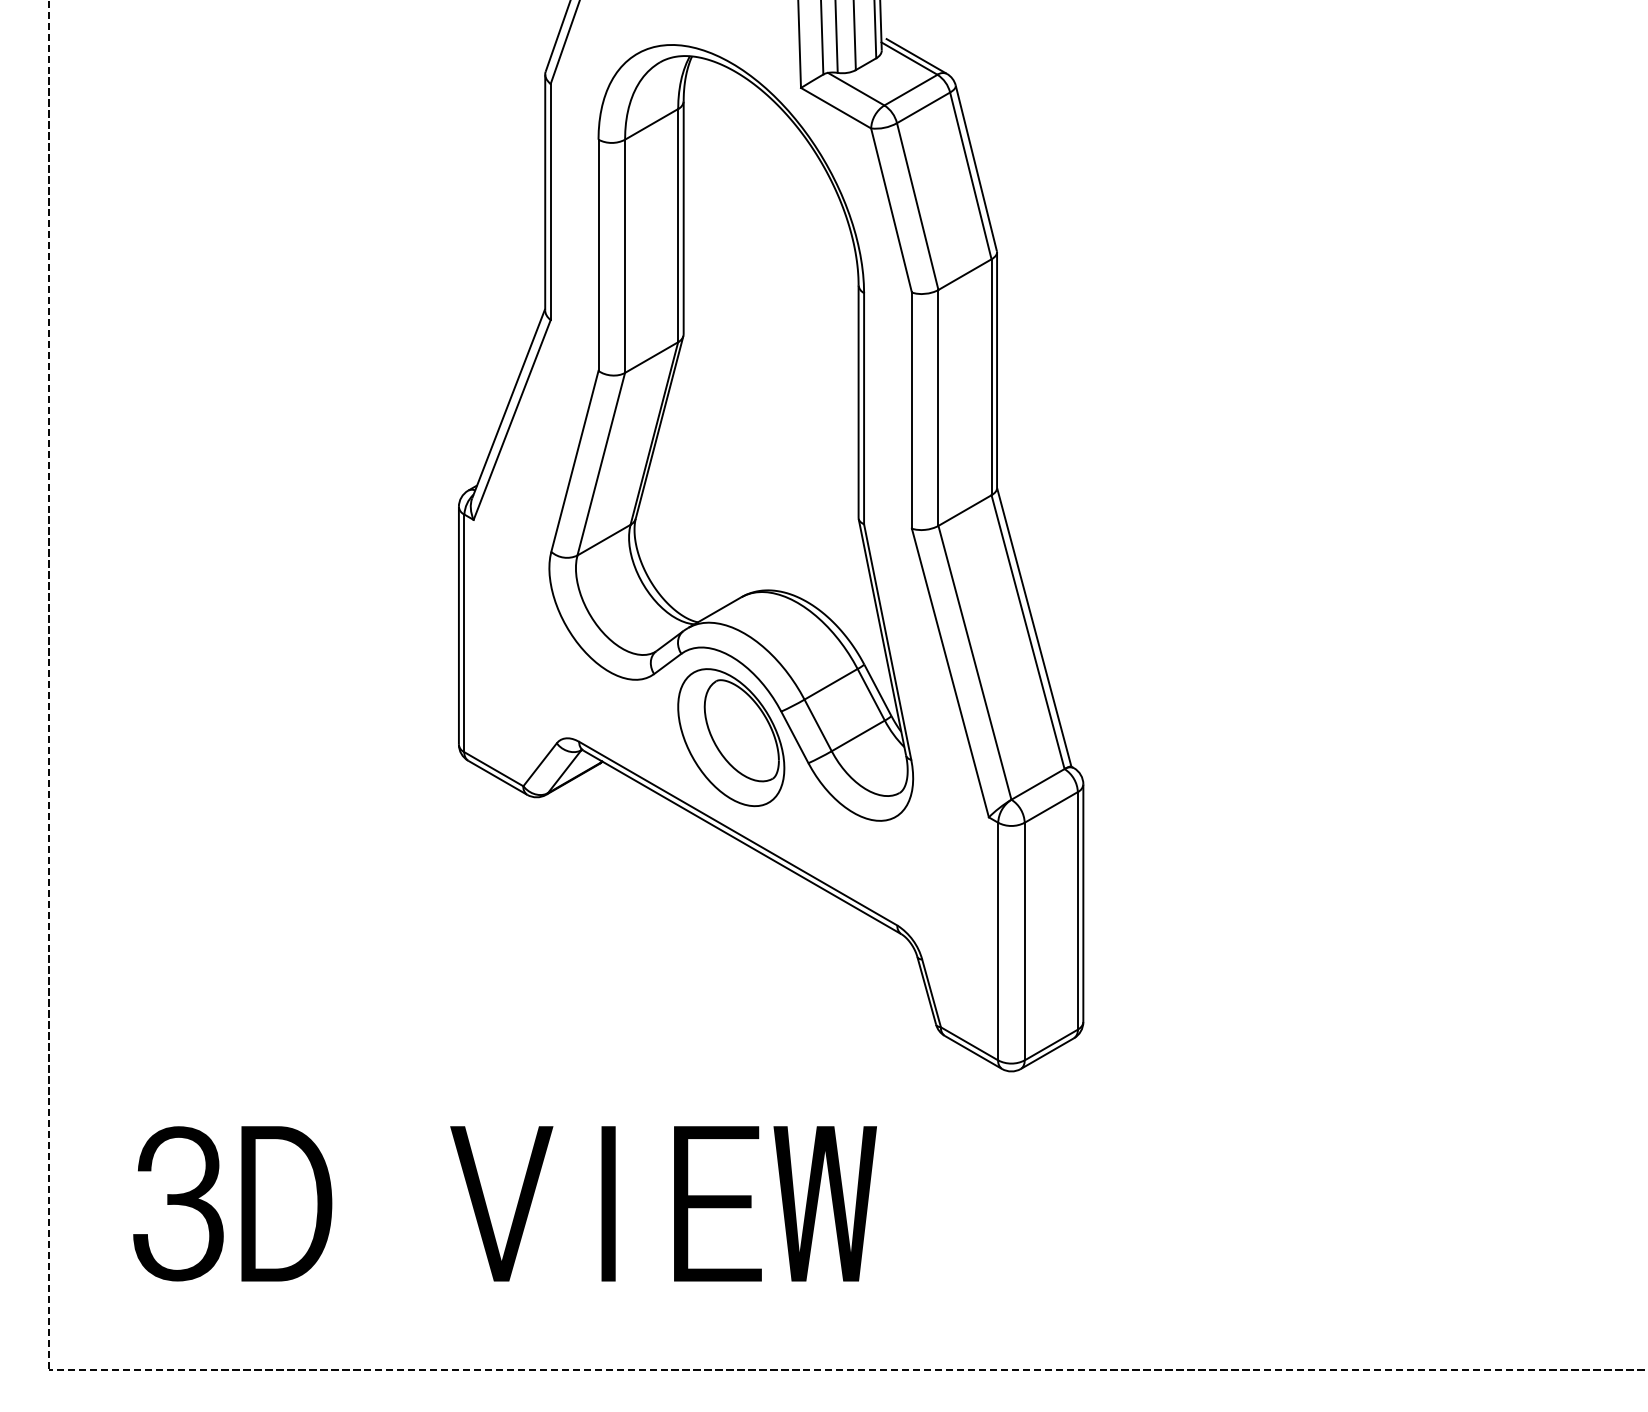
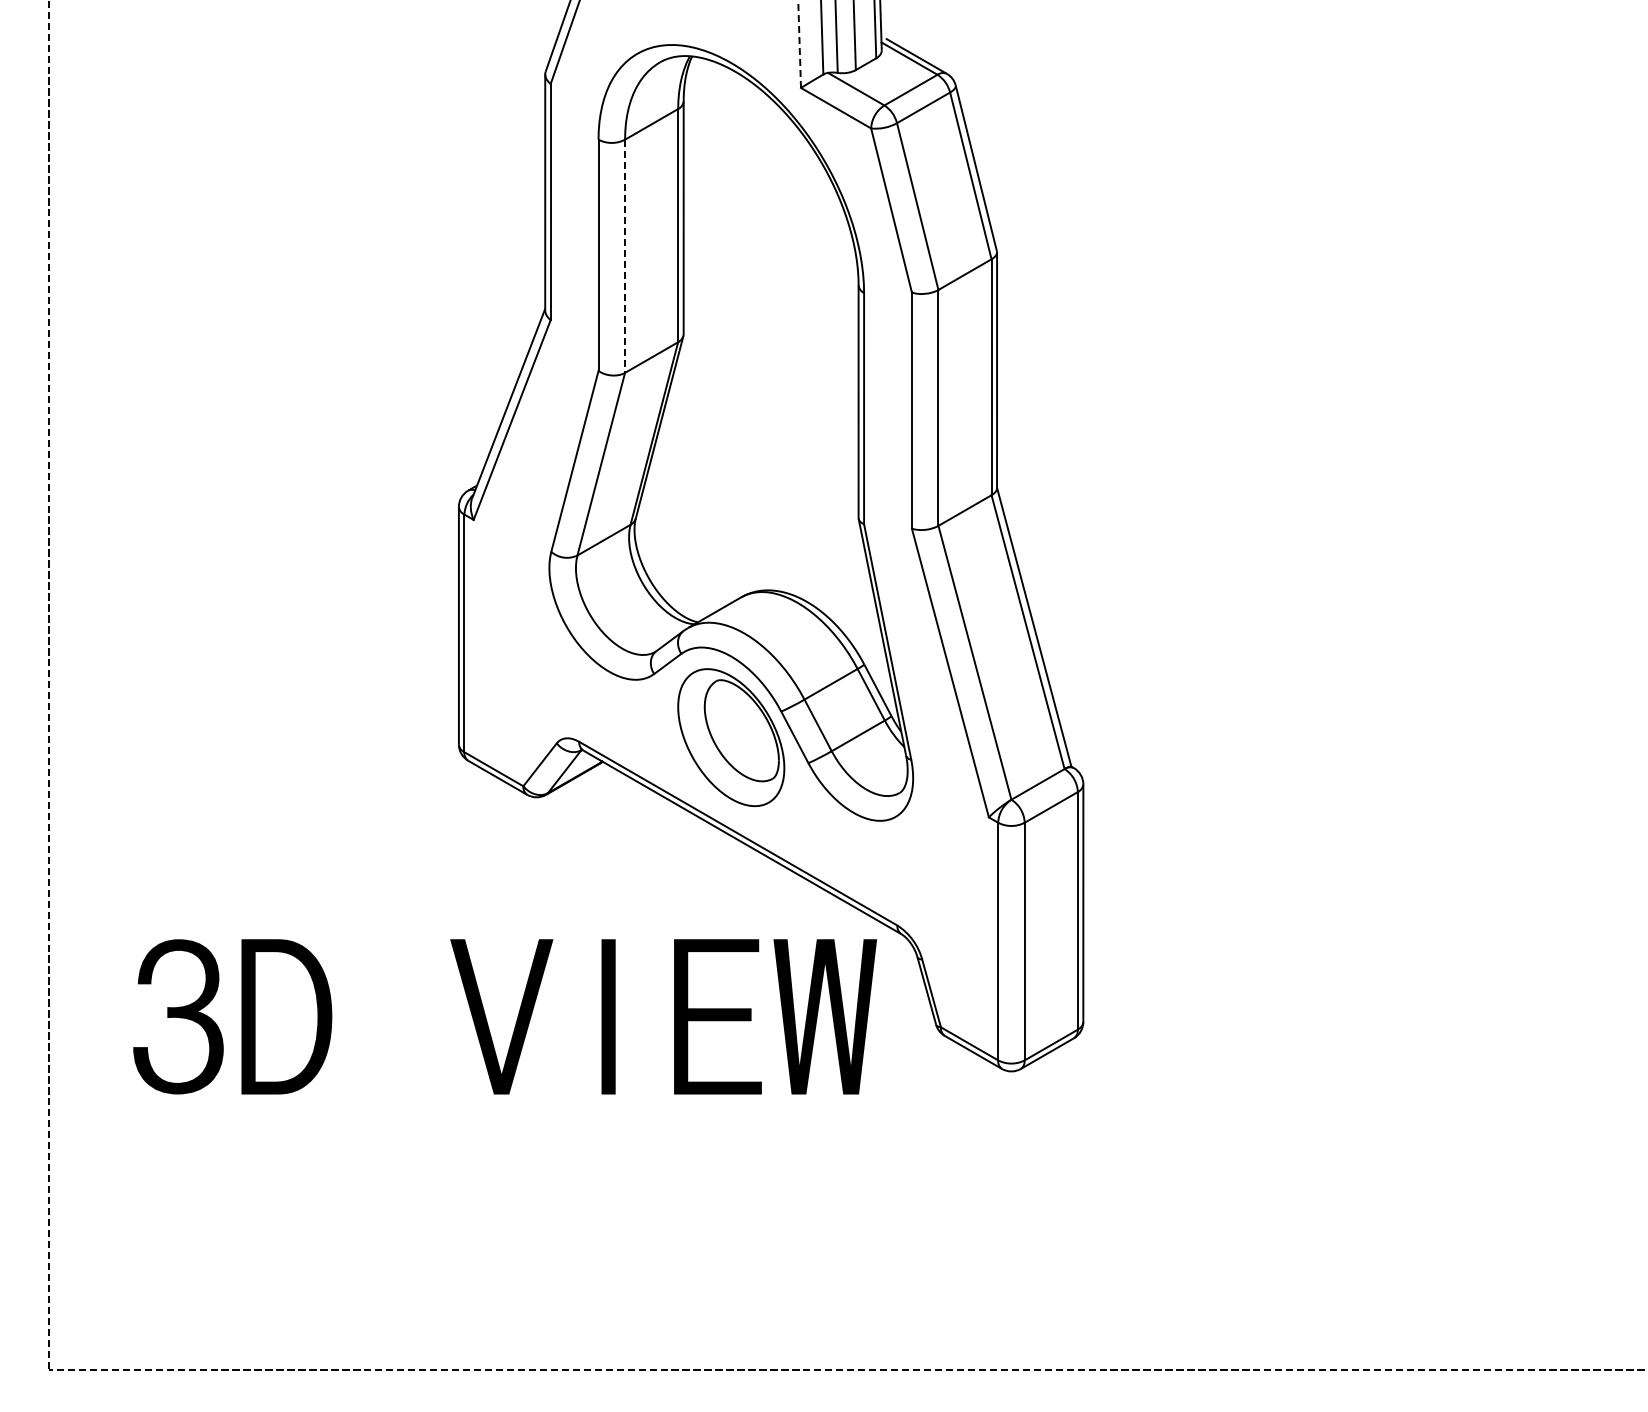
line at (799, 44): solid -> dashed
line at (625, 256): solid -> dashed
text at (504, 1203) position: (504, 1203) -> (504, 1016)
